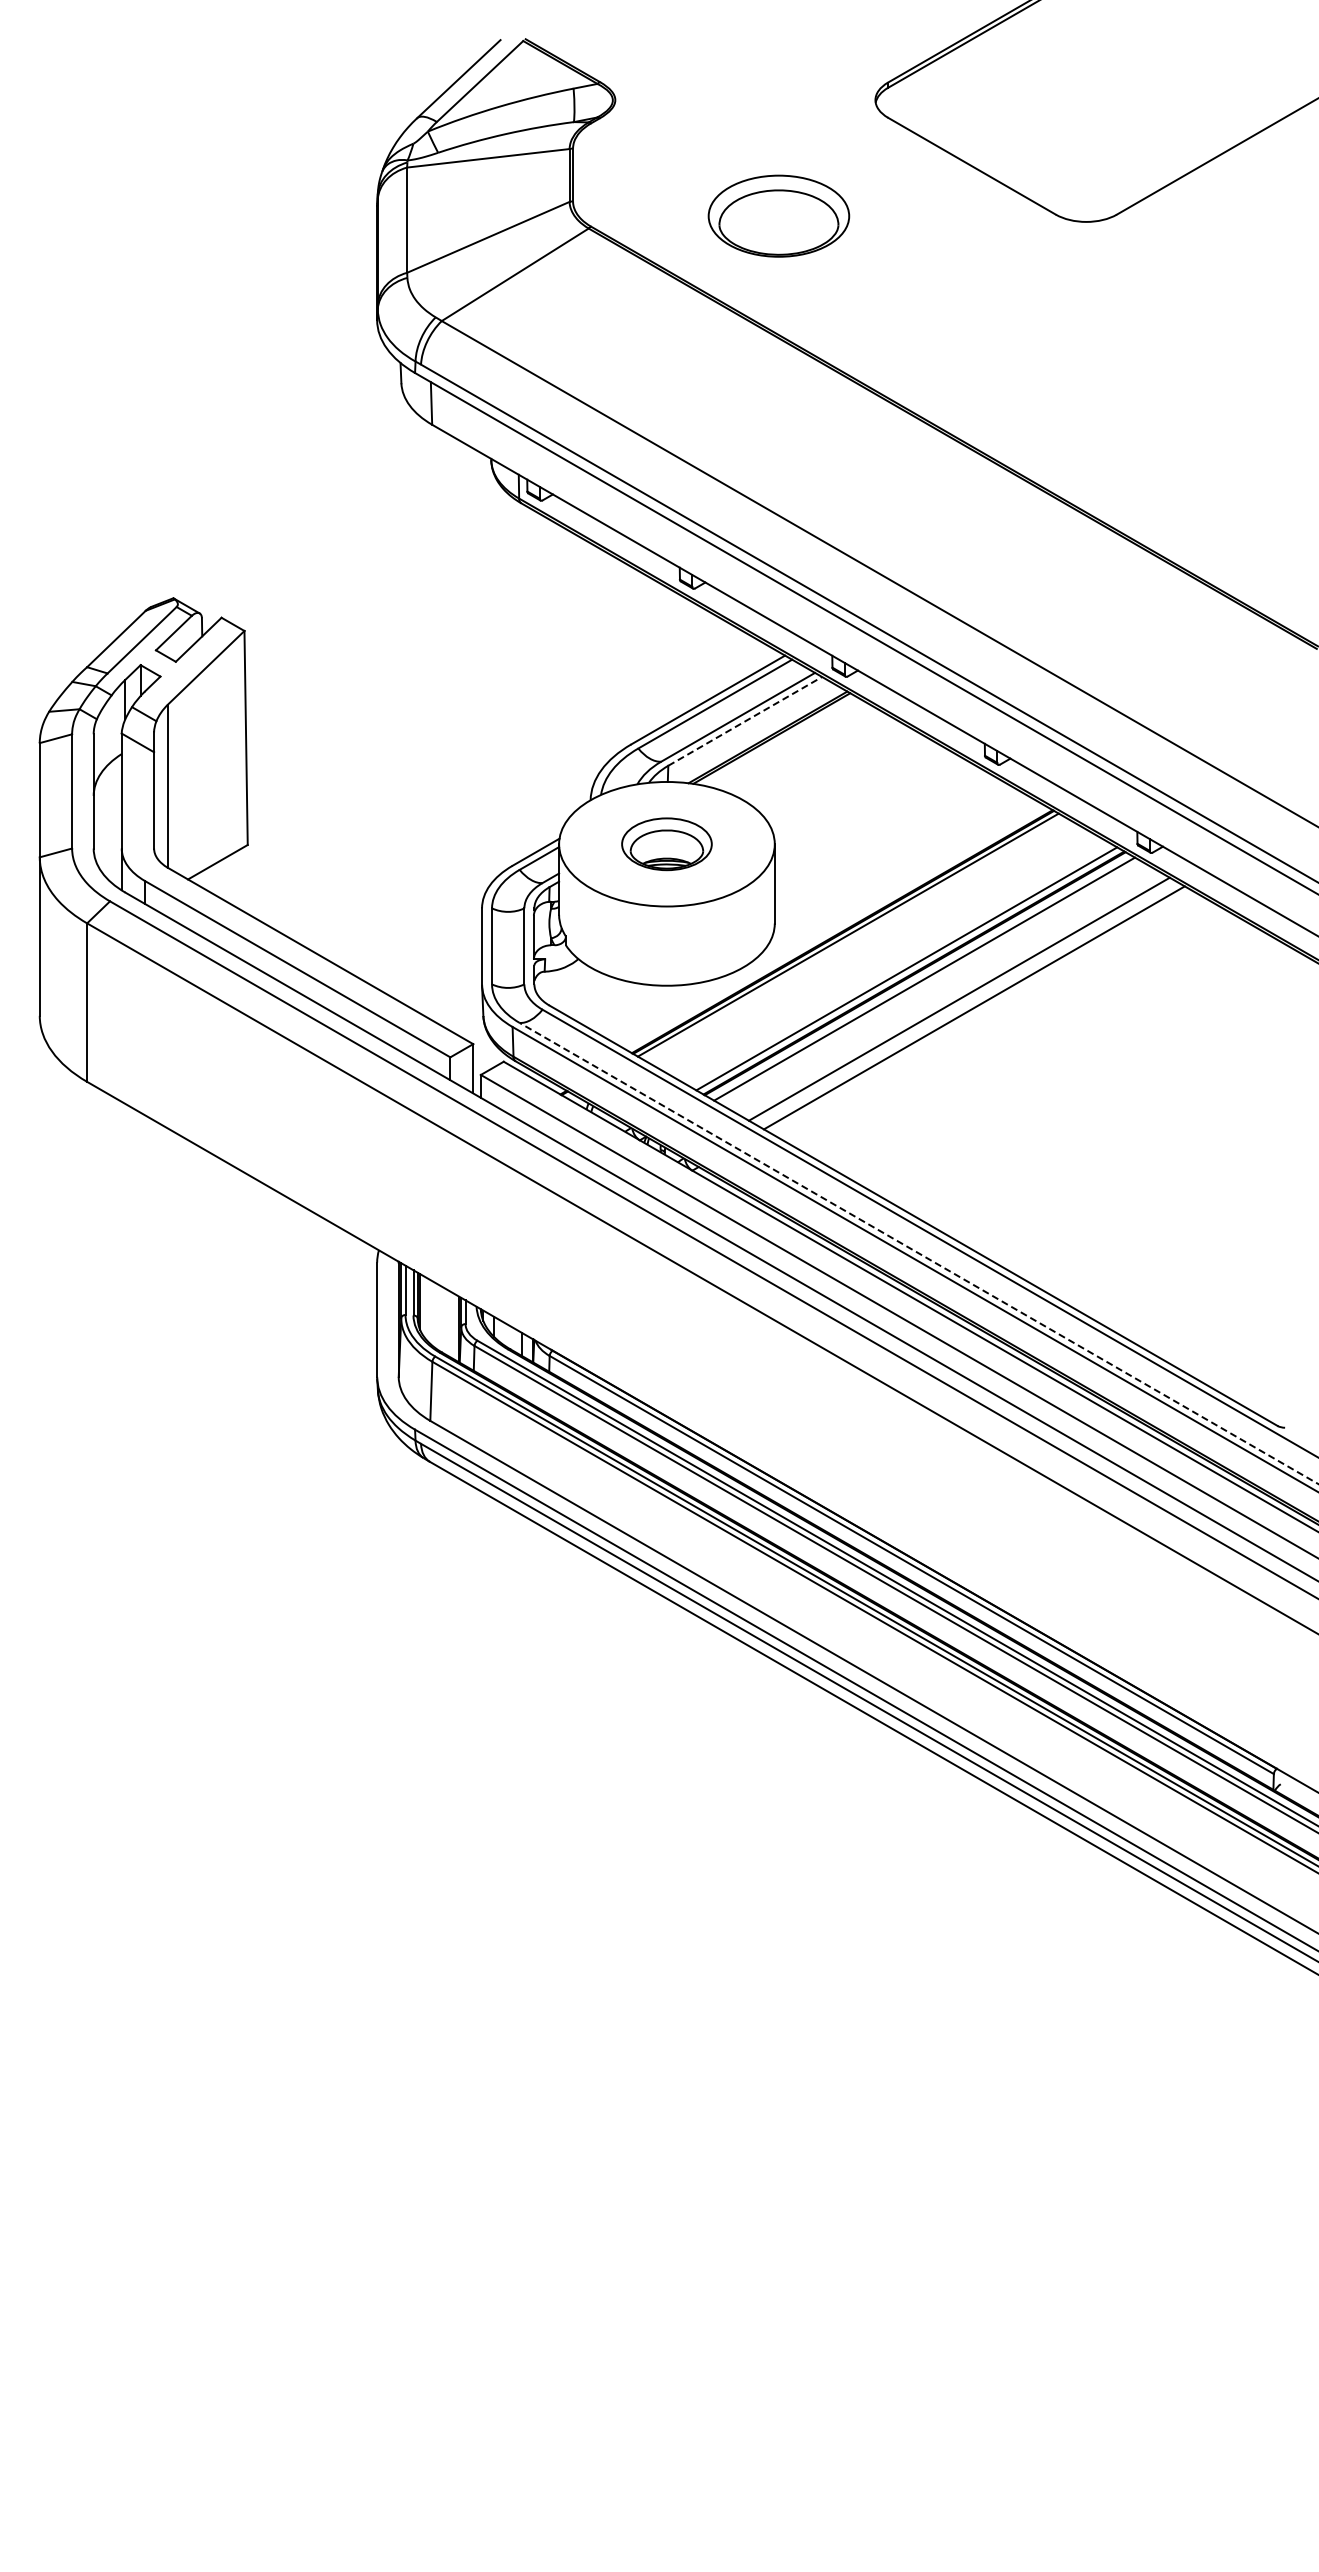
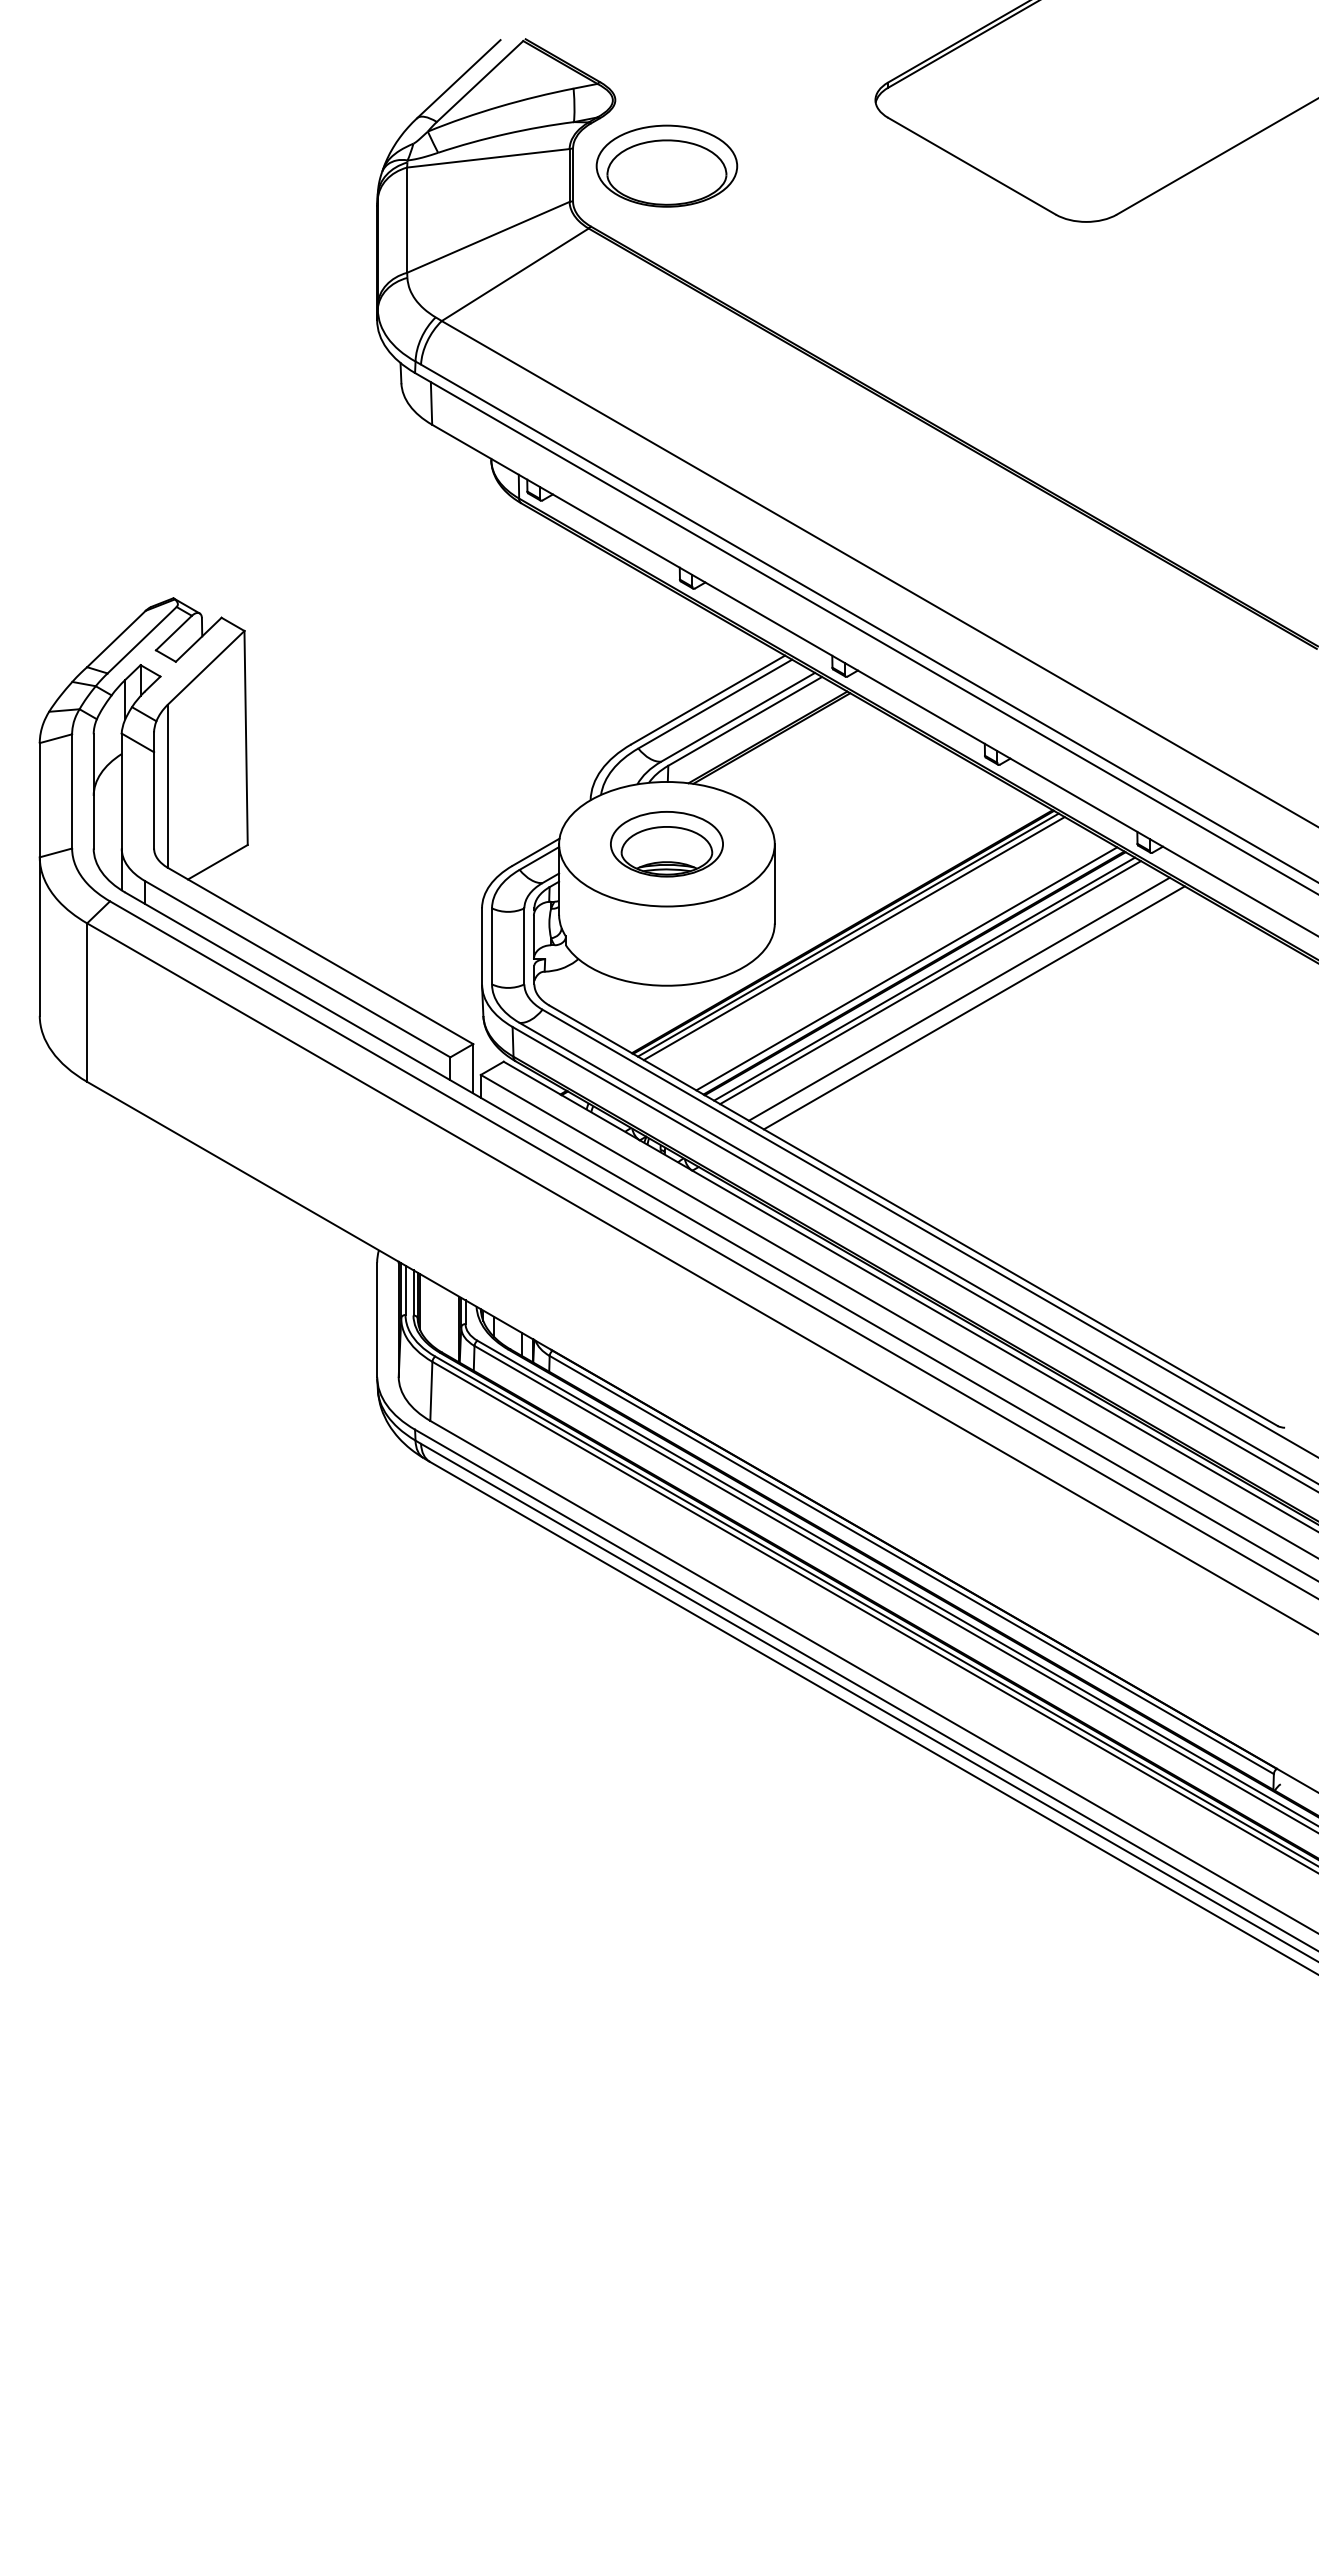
part at (778, 215) position: (778, 215) -> (666, 165)
line at (745, 721): dashed -> solid
part at (666, 844) size: 92x55 px -> 114x67 px
line at (853, 938): none -> present
line at (930, 982): none -> present
line at (918, 1253): dashed -> solid
